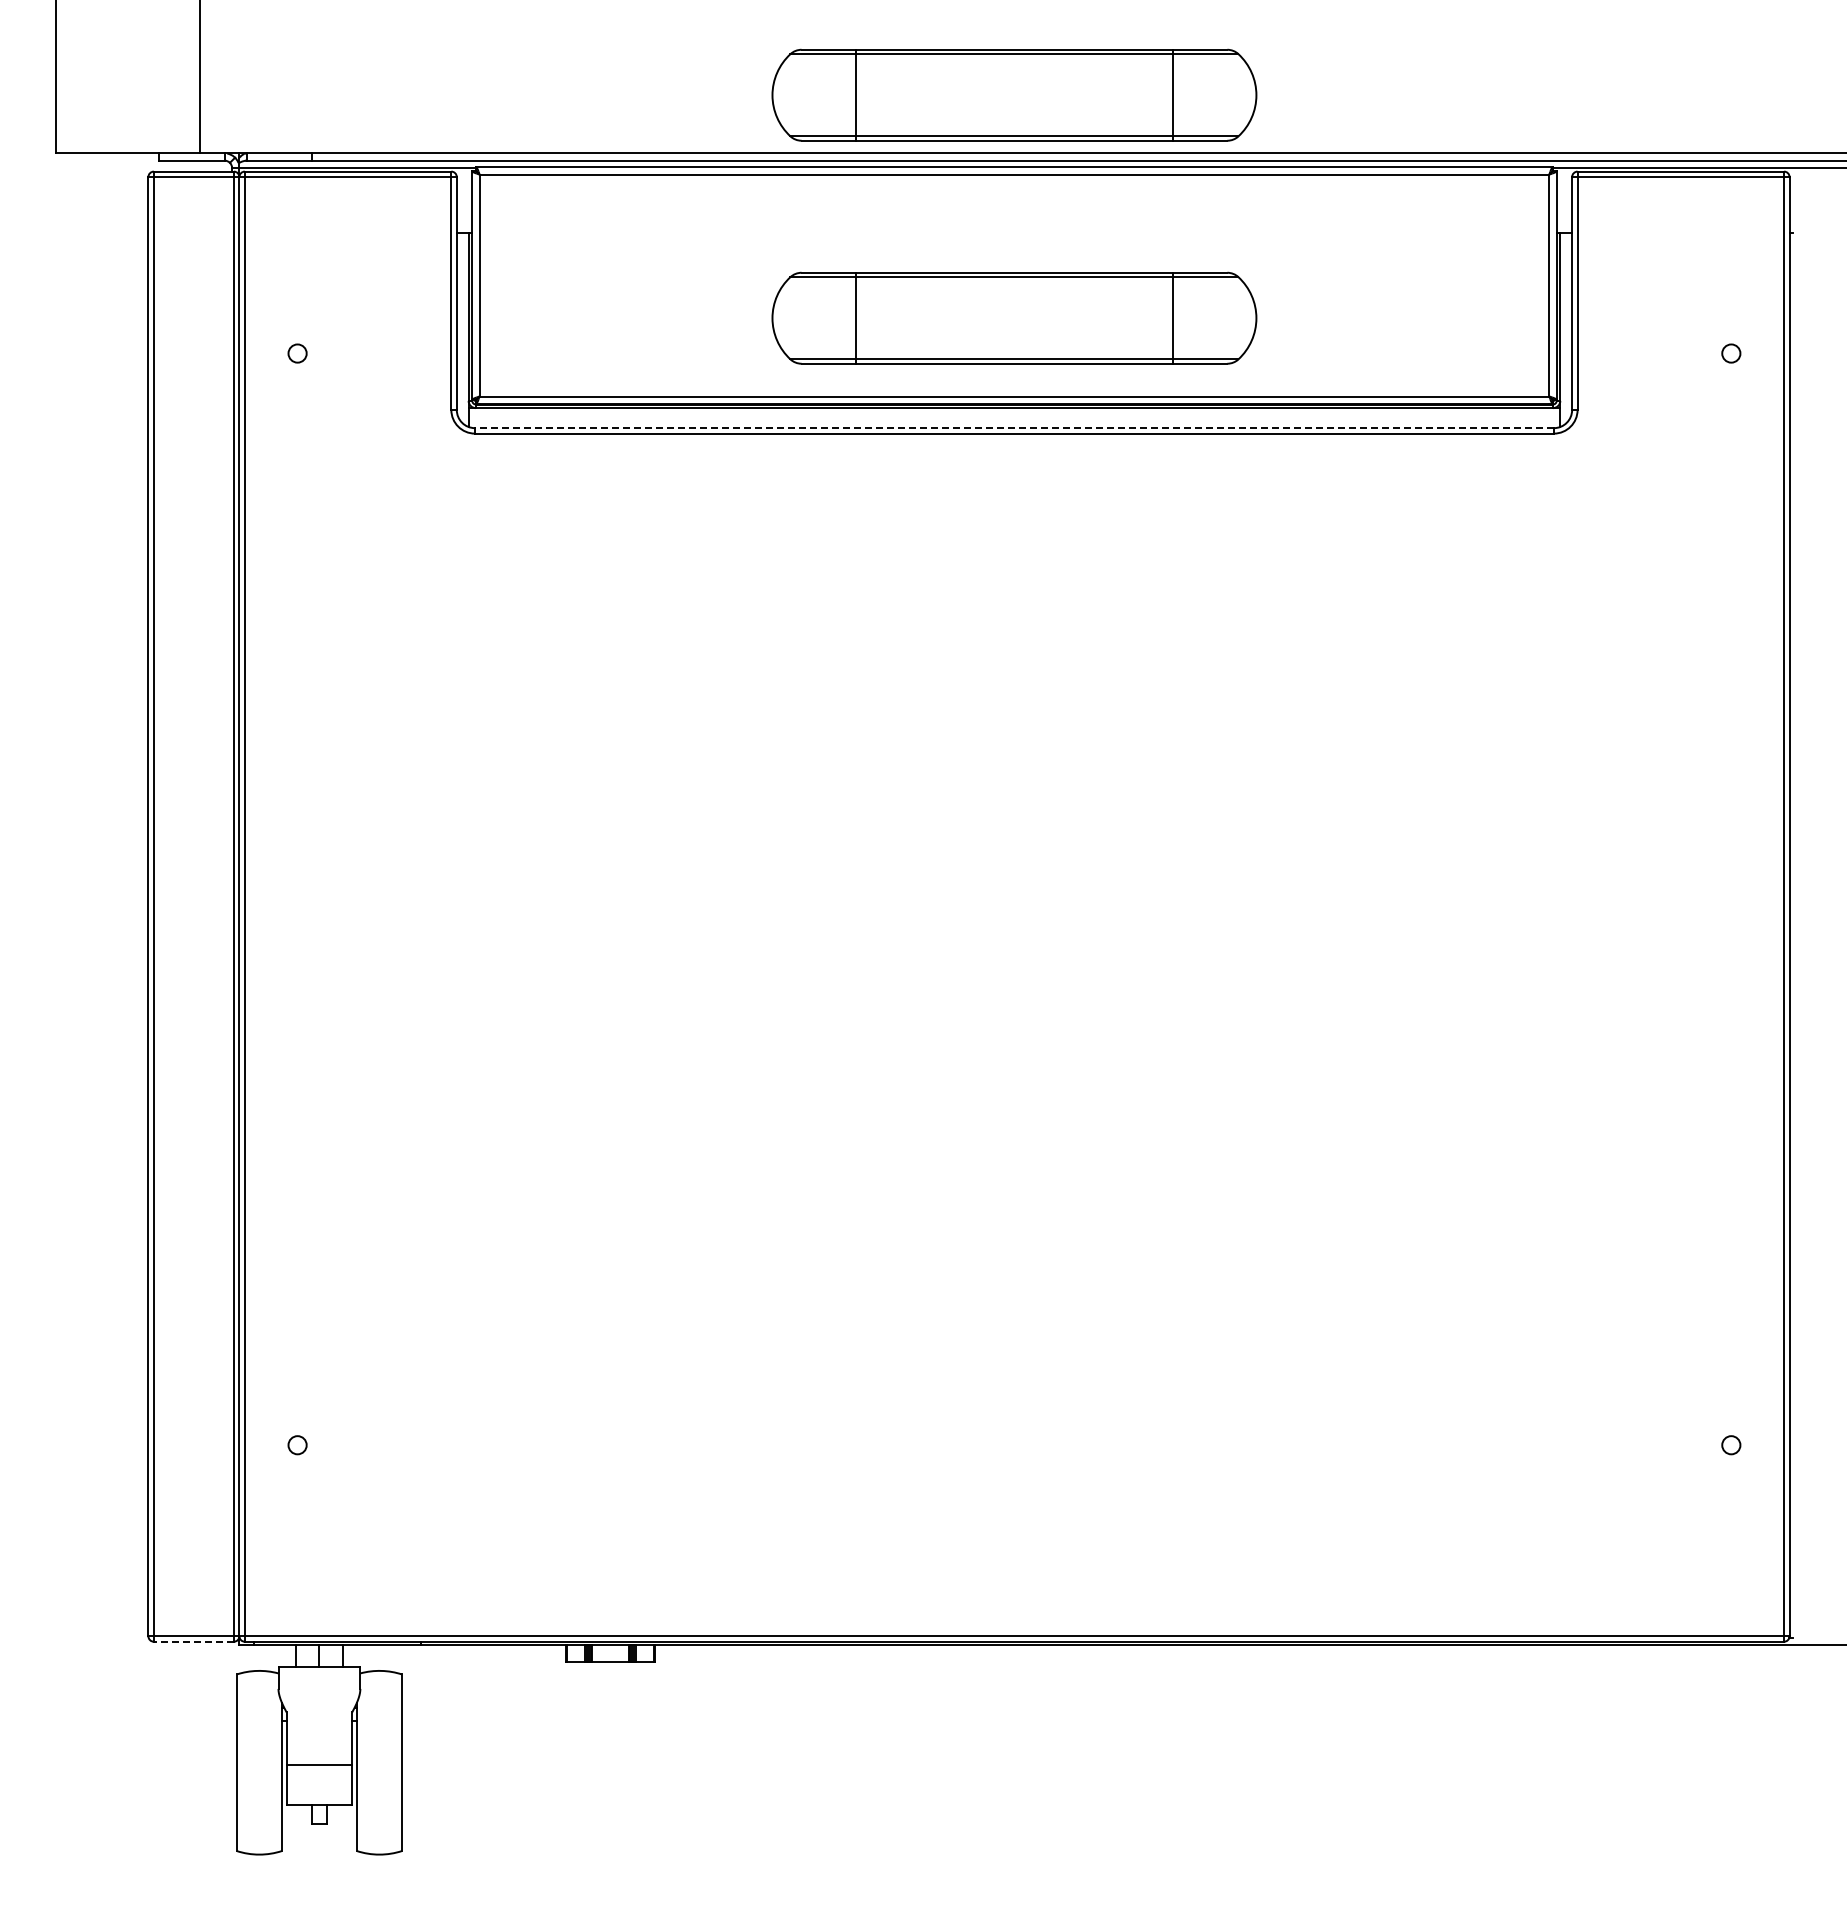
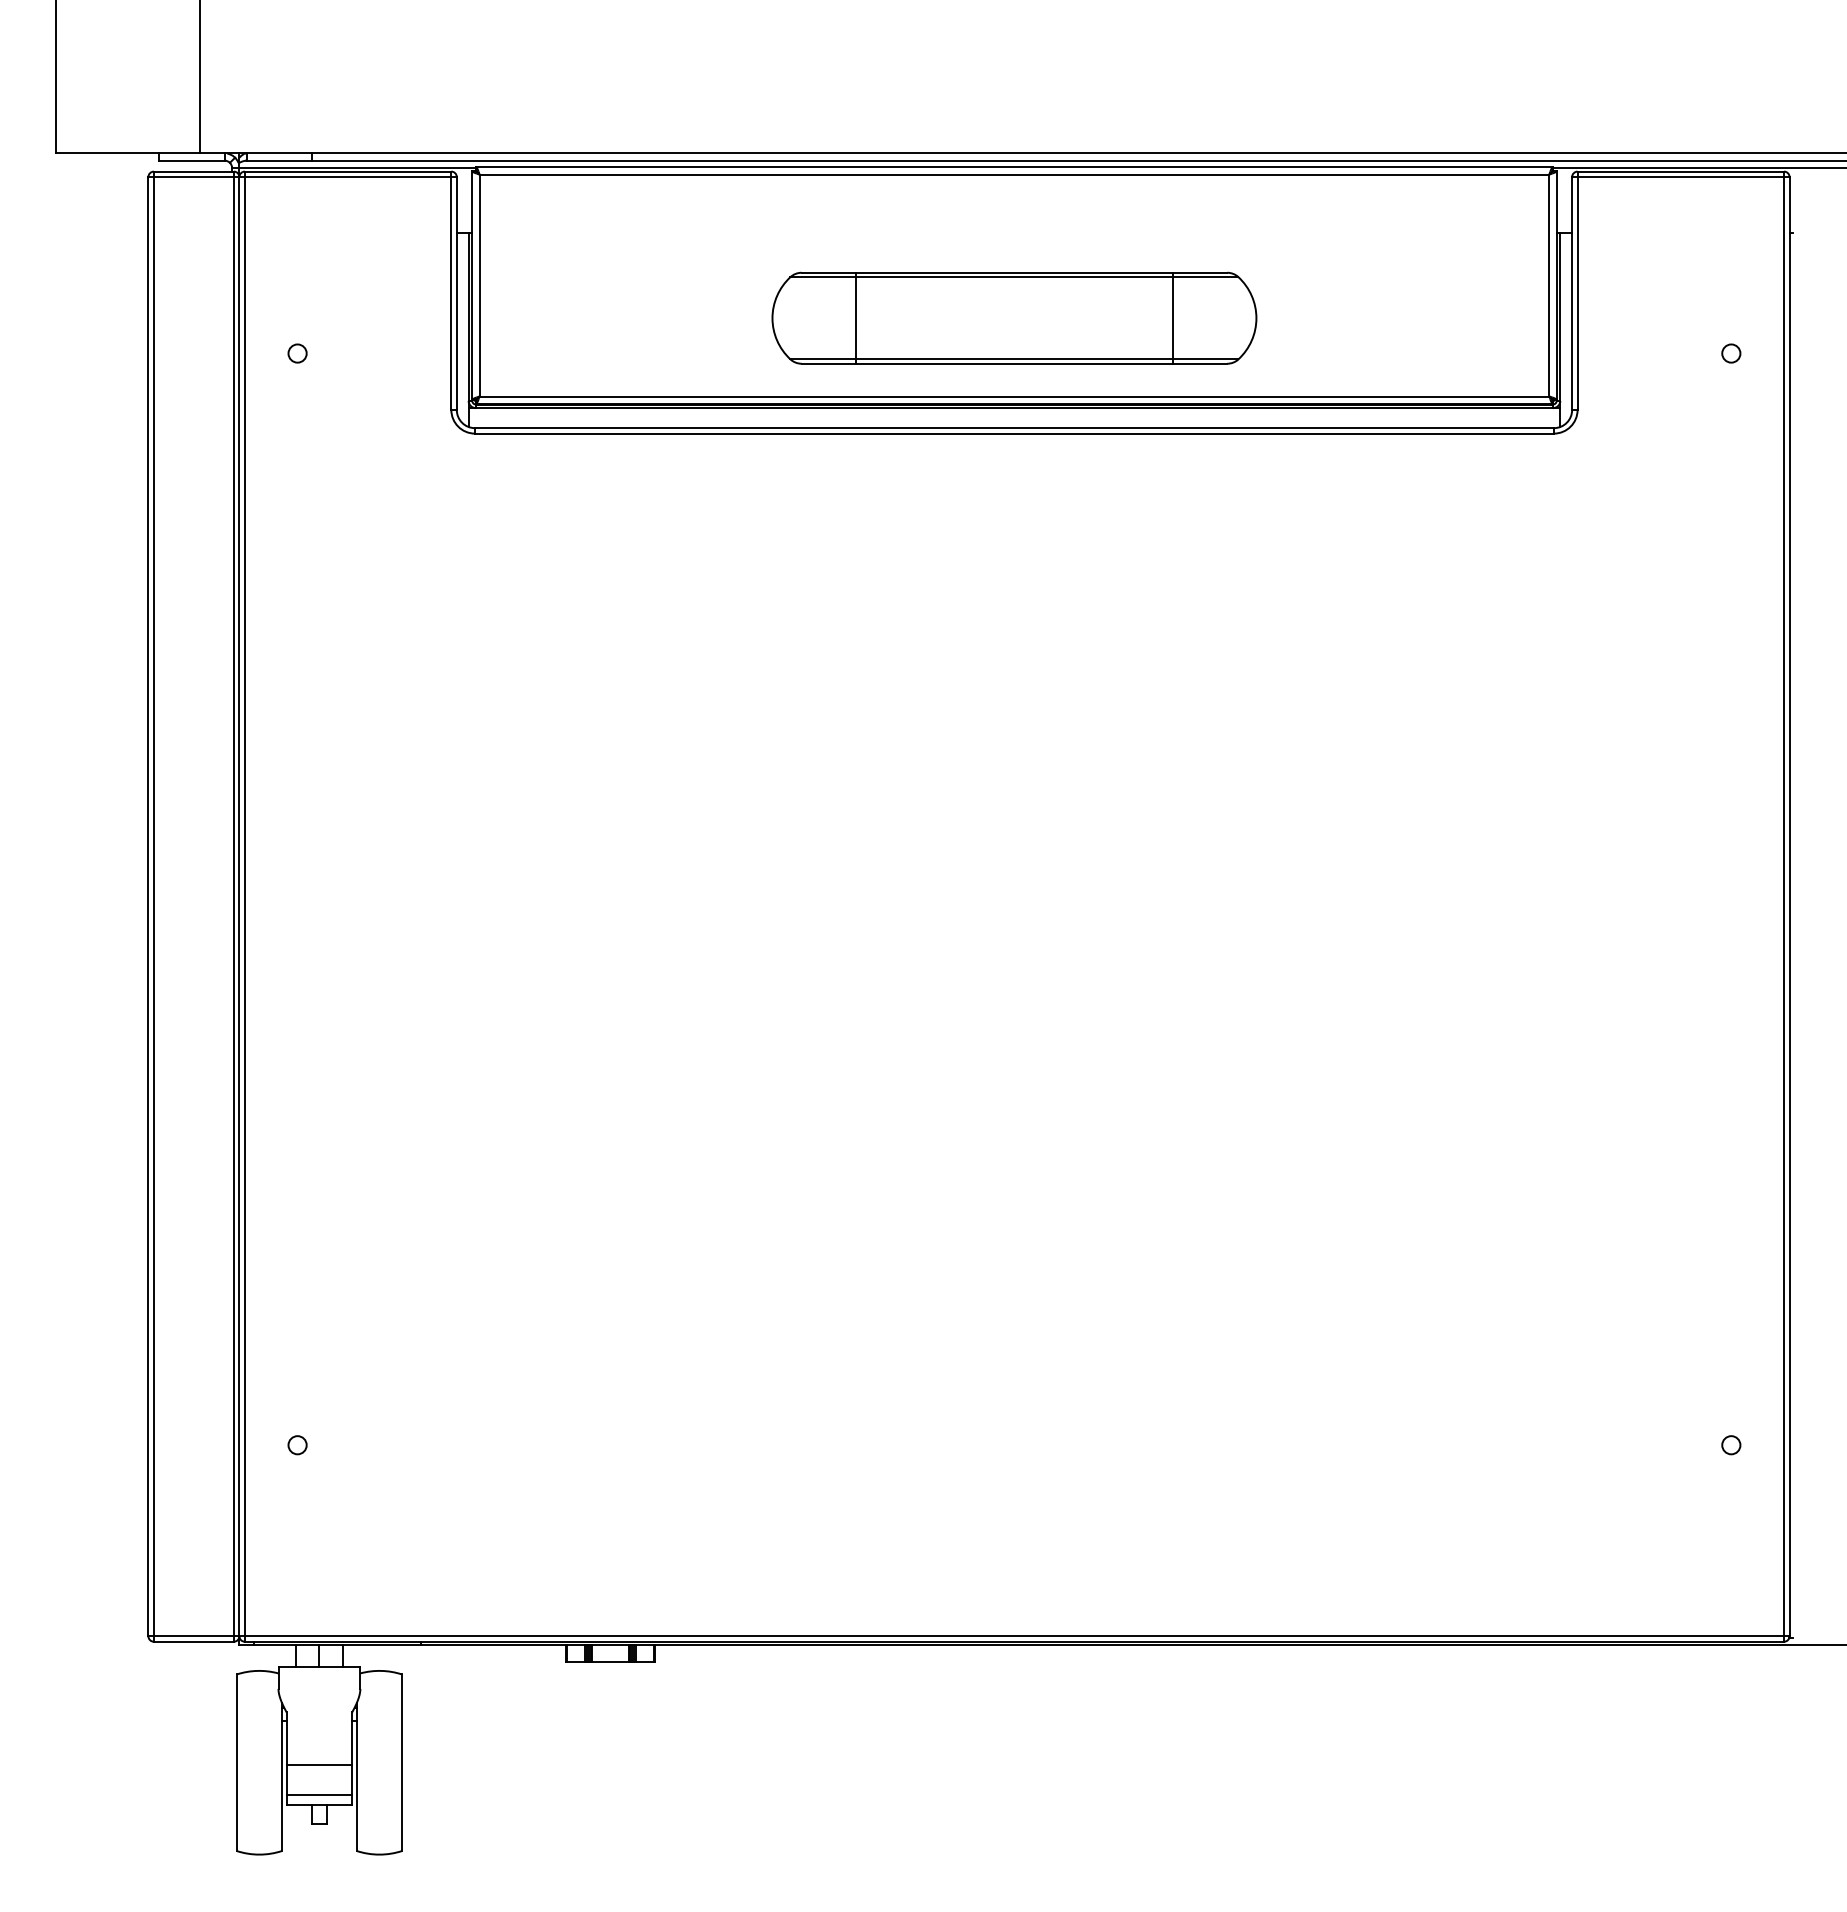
part at (1014, 94): present -> none
line at (1013, 428): dashed -> solid
line at (193, 1641): dashed -> solid
line at (319, 1794): none -> present
